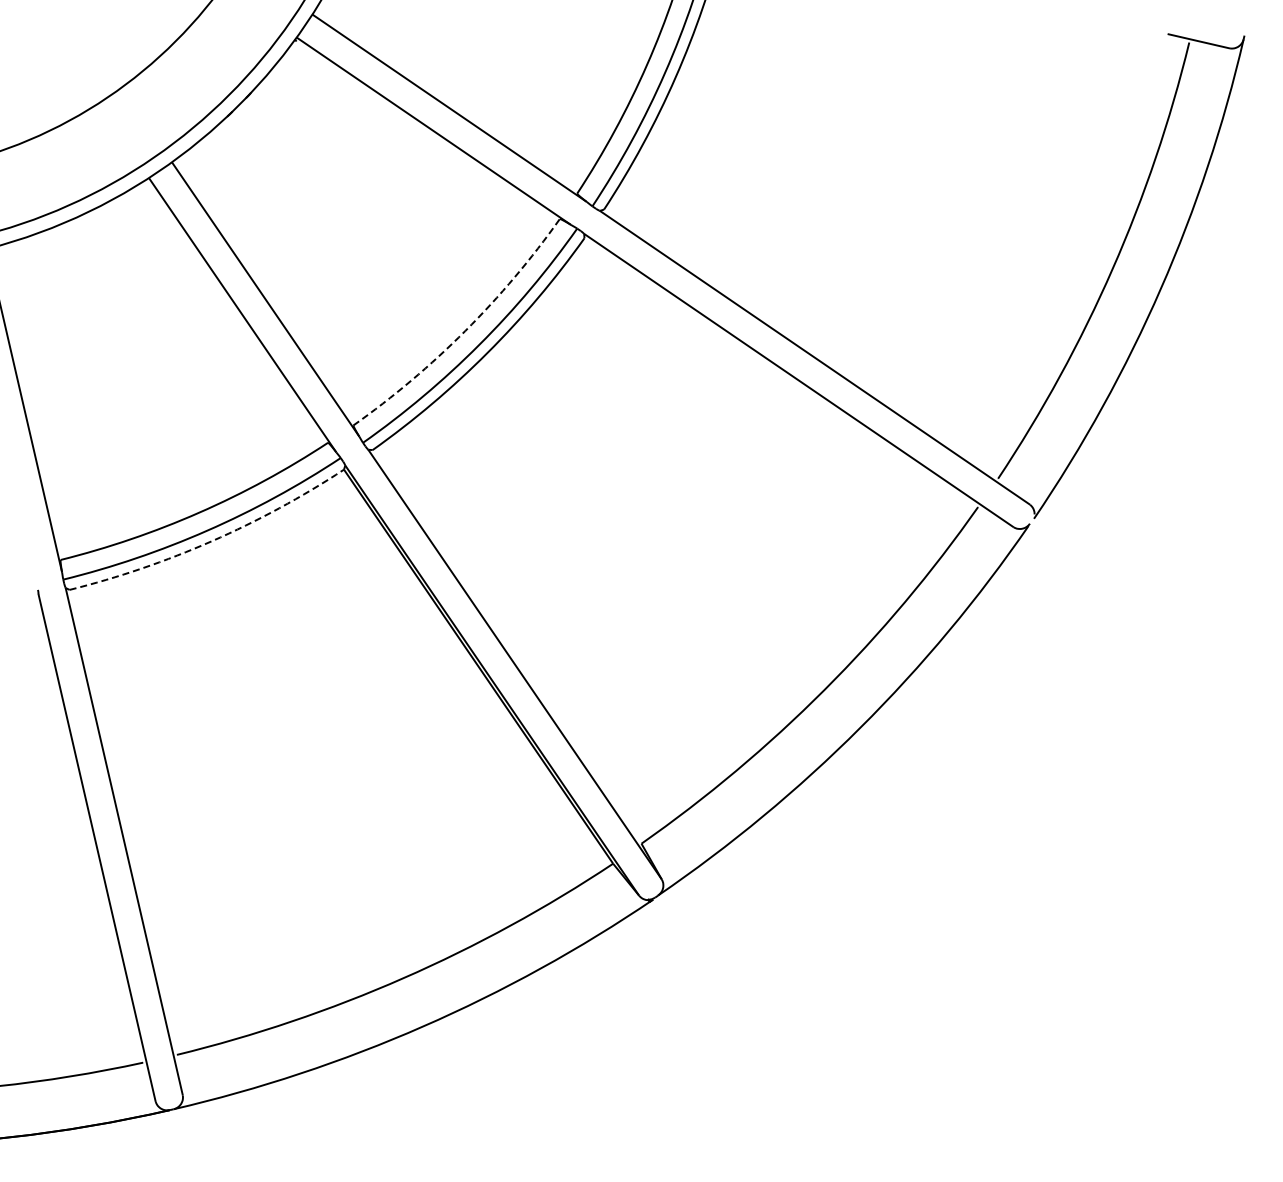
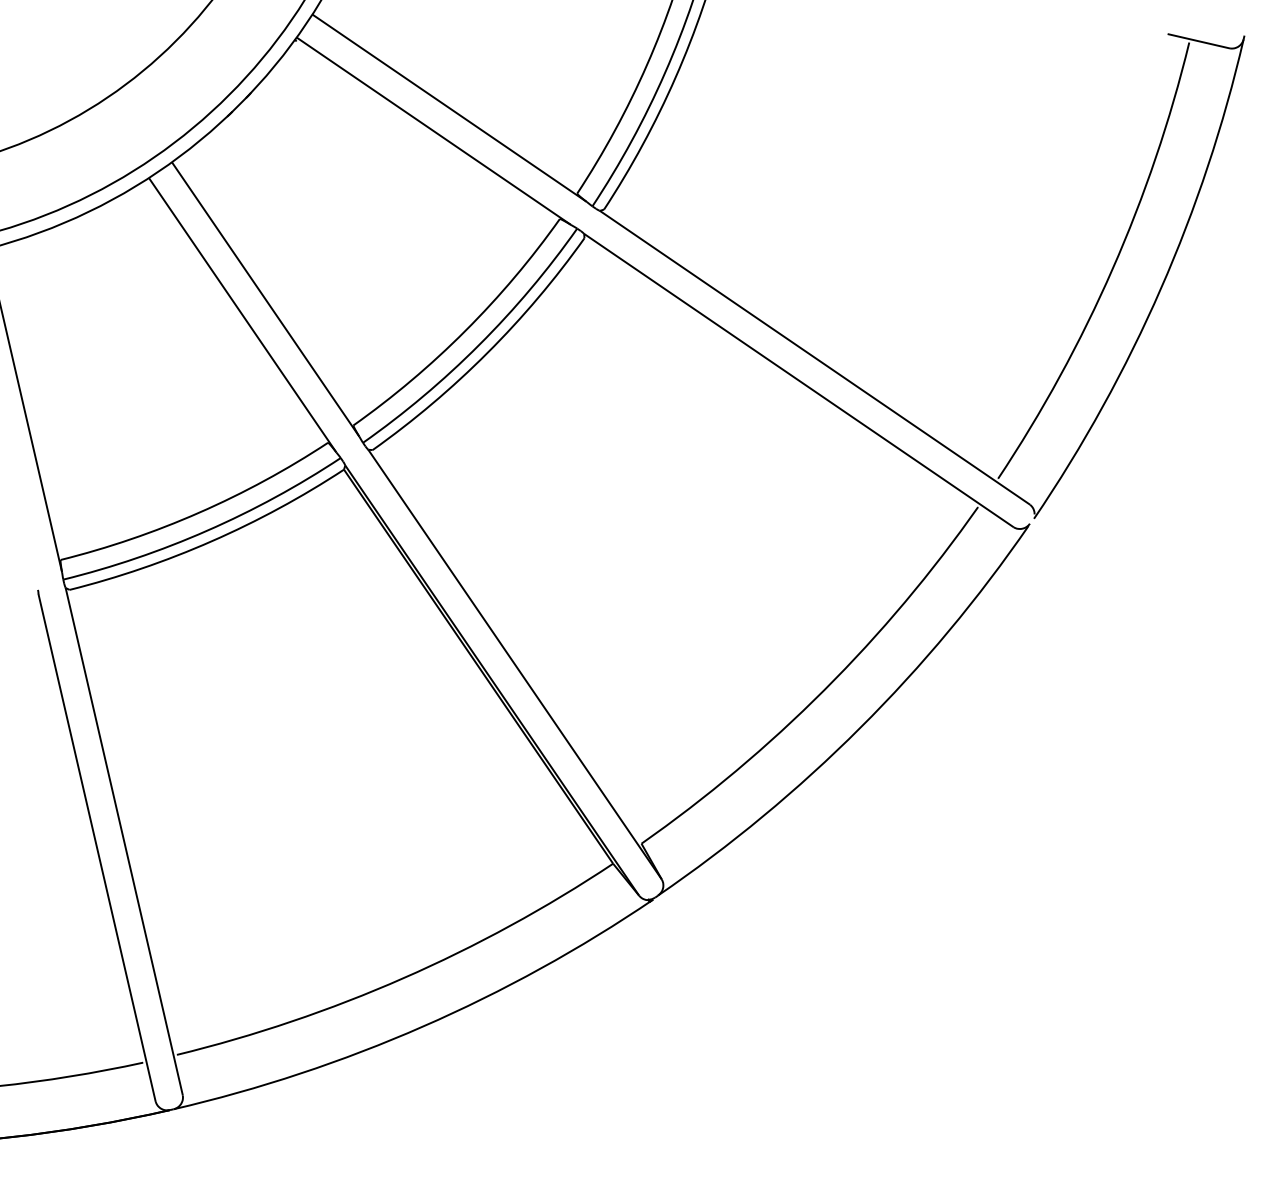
arc at (465, 330): dashed -> solid
arc at (211, 541): dashed -> solid
